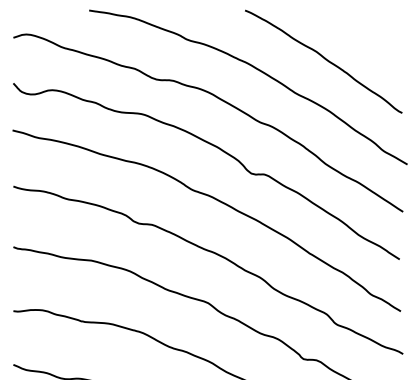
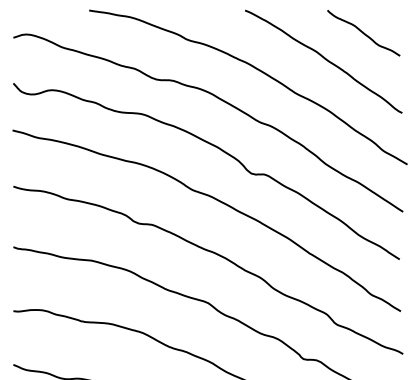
curve at (363, 33): none -> present
